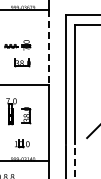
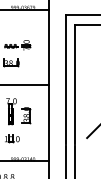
line at (48, 47): dashed -> solid
part at (22, 62) position: (22, 62) -> (11, 62)
part at (22, 143) position: (22, 143) -> (12, 138)
line at (75, 161): dashed -> solid
